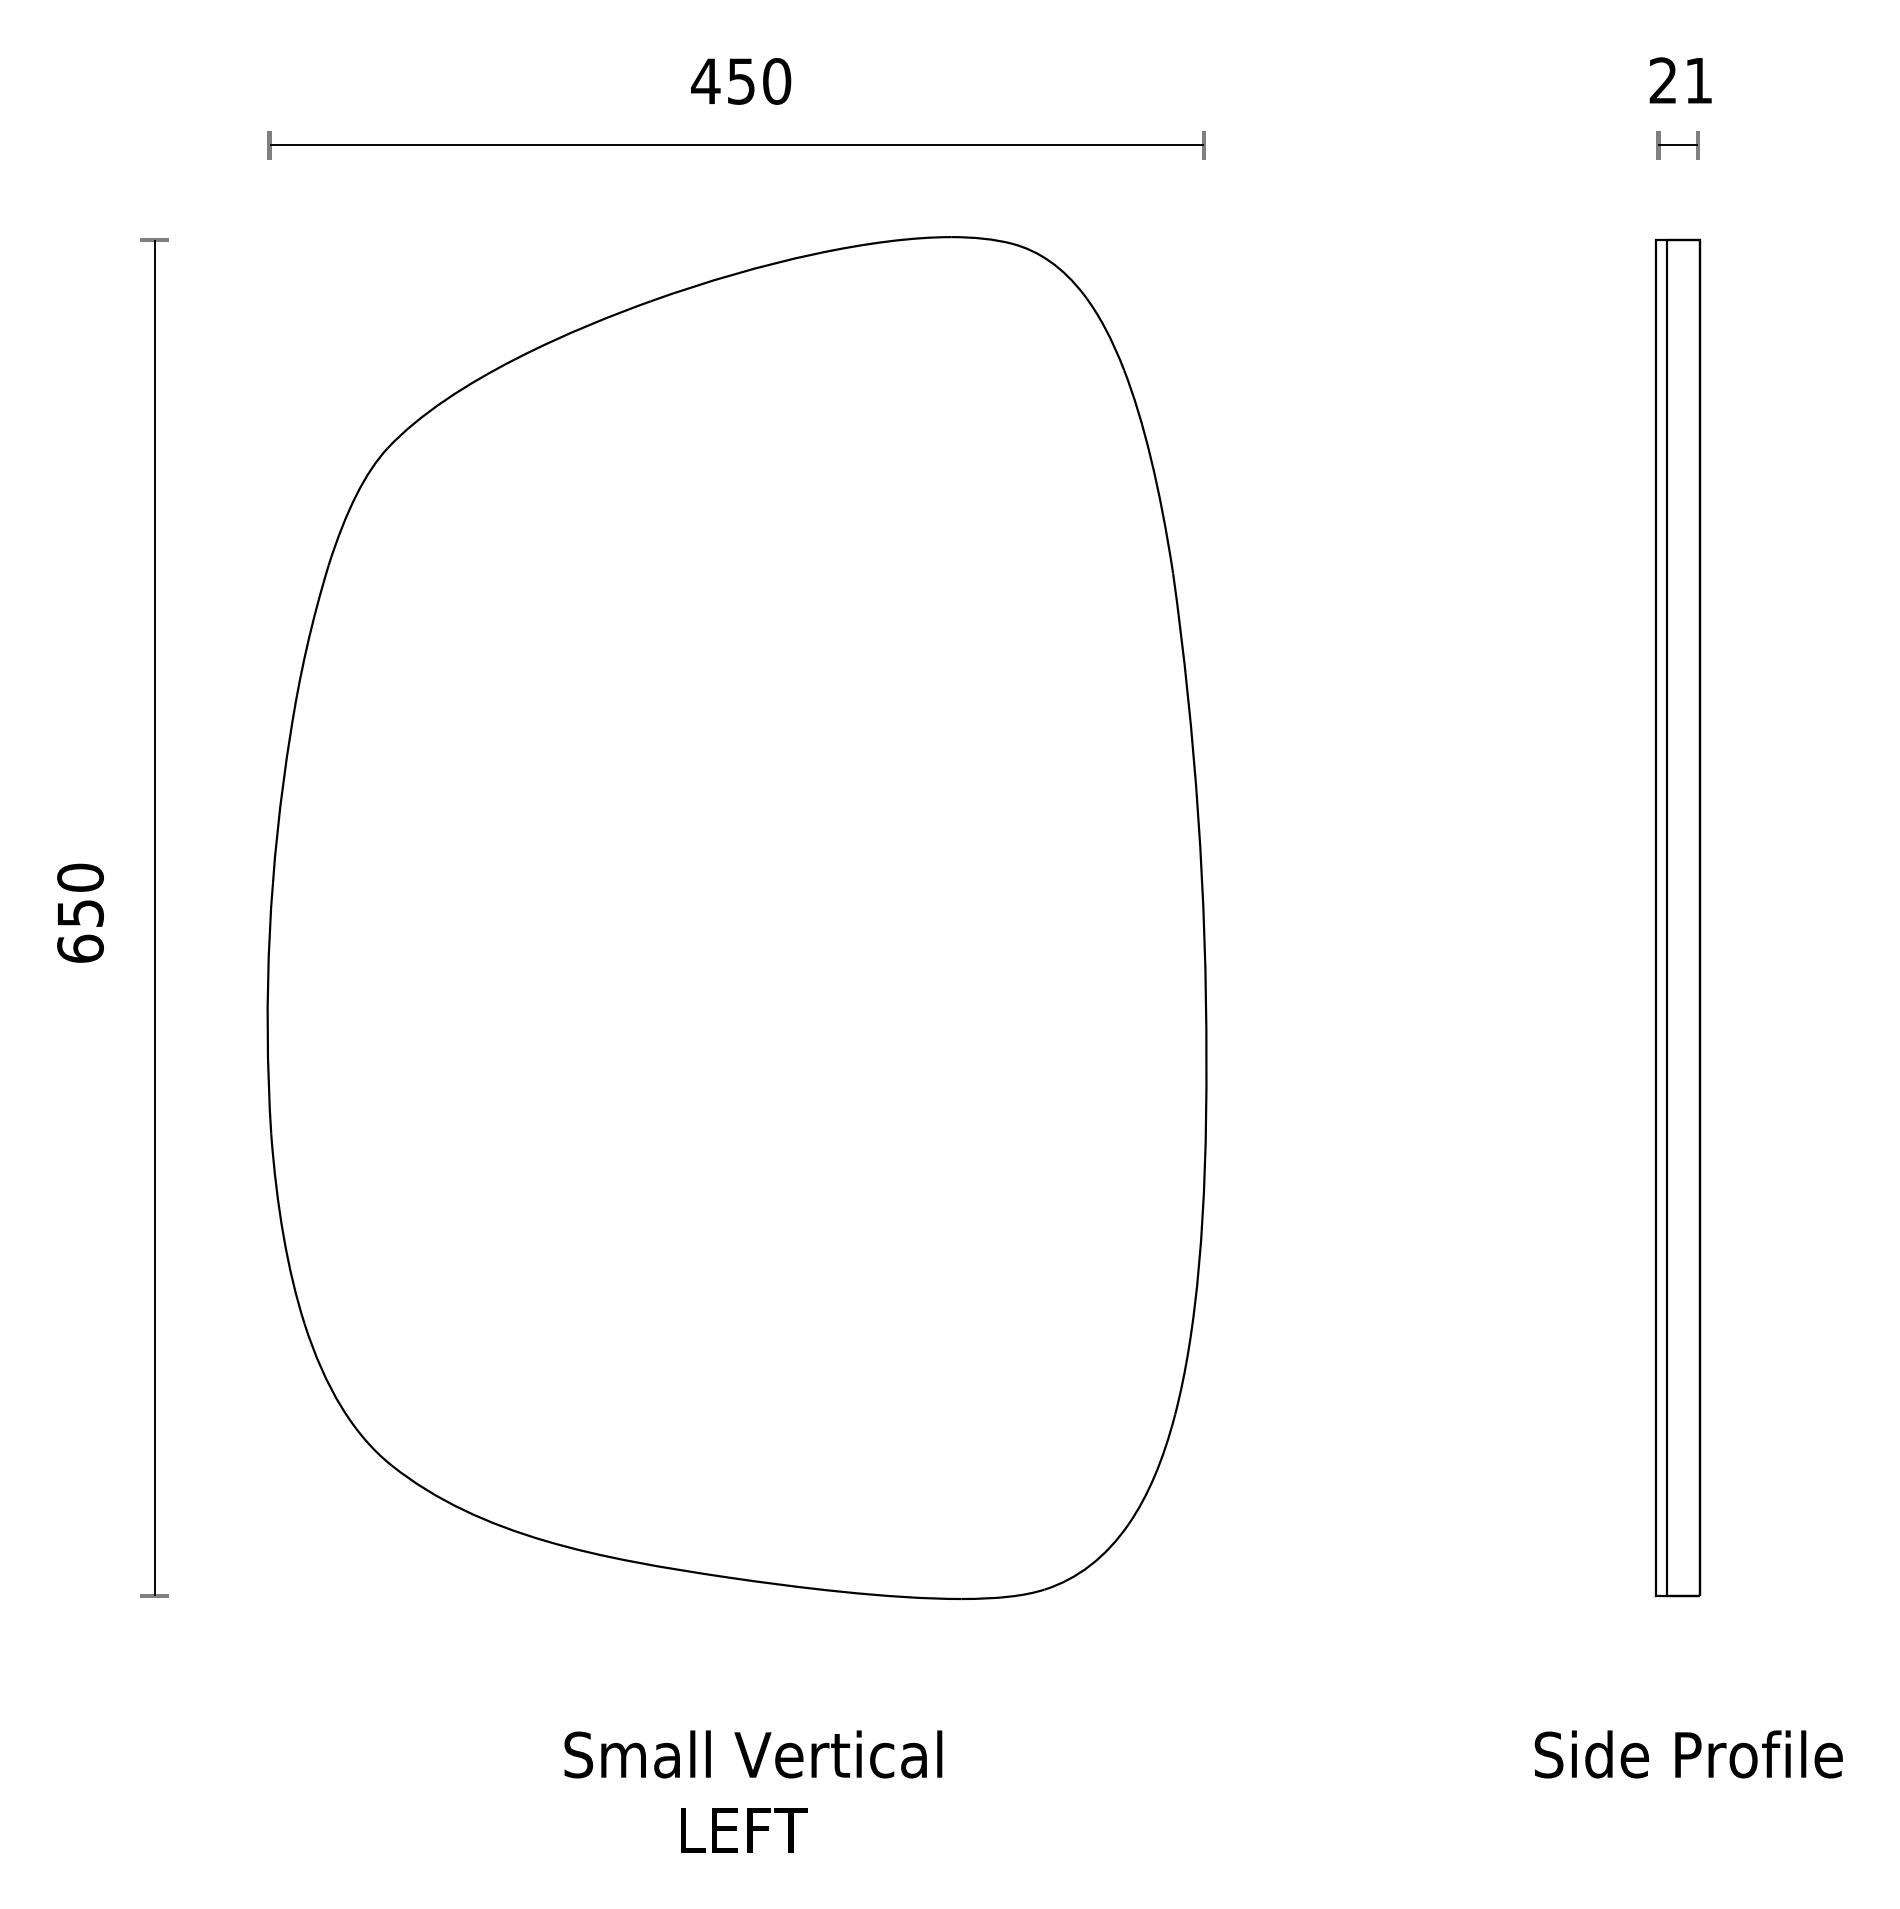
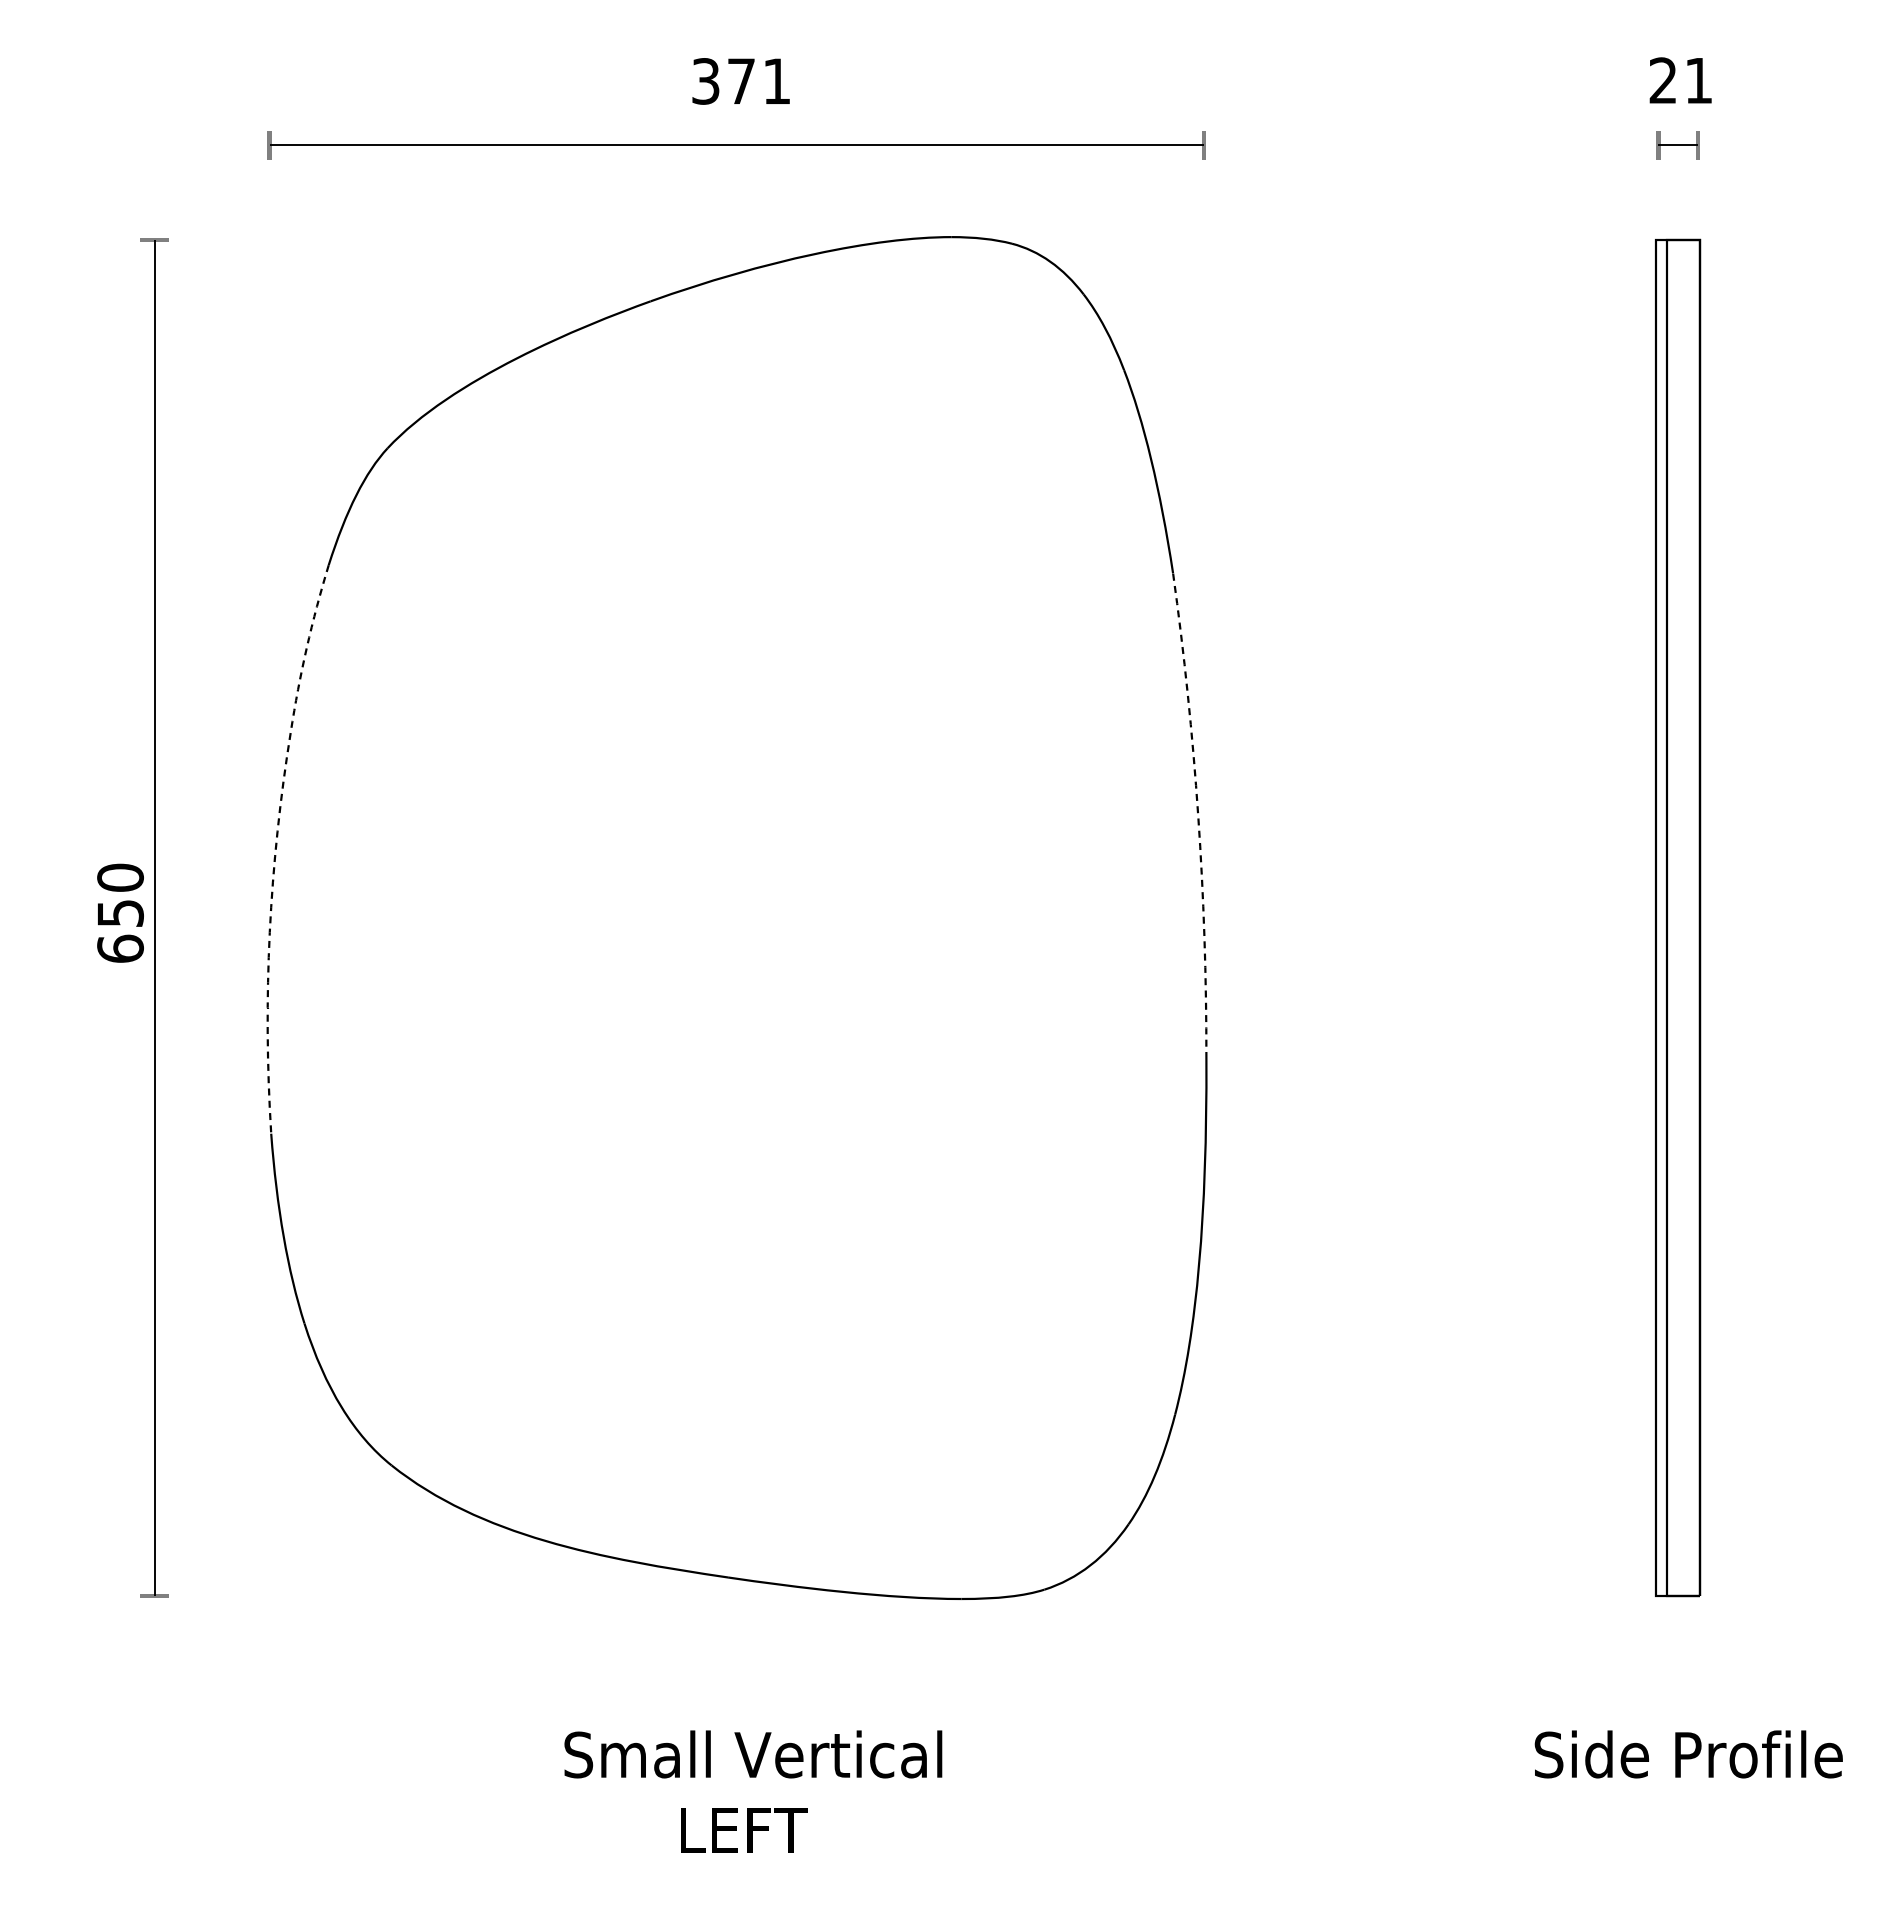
text at (741, 81): 450 -> 371
arc at (1198, 815): solid -> dashed
line at (276, 847): solid -> dashed
text at (80, 912) position: (80, 912) -> (120, 912)
